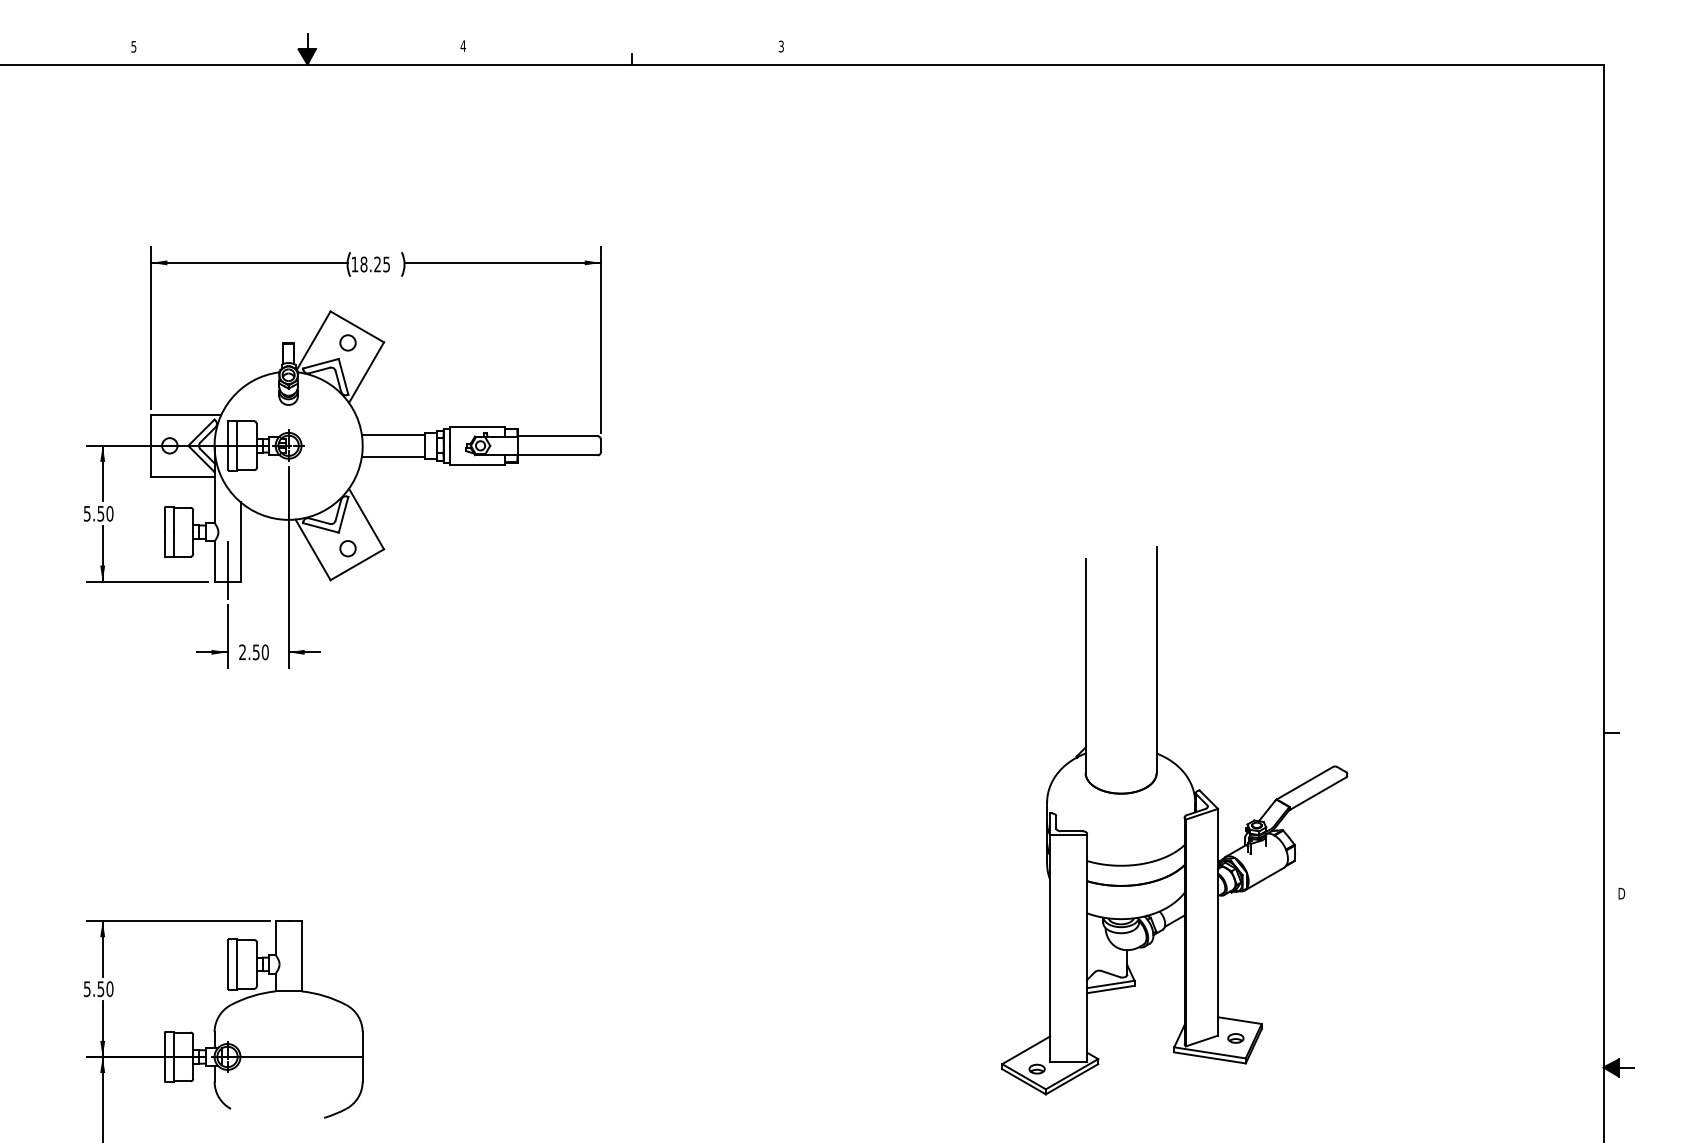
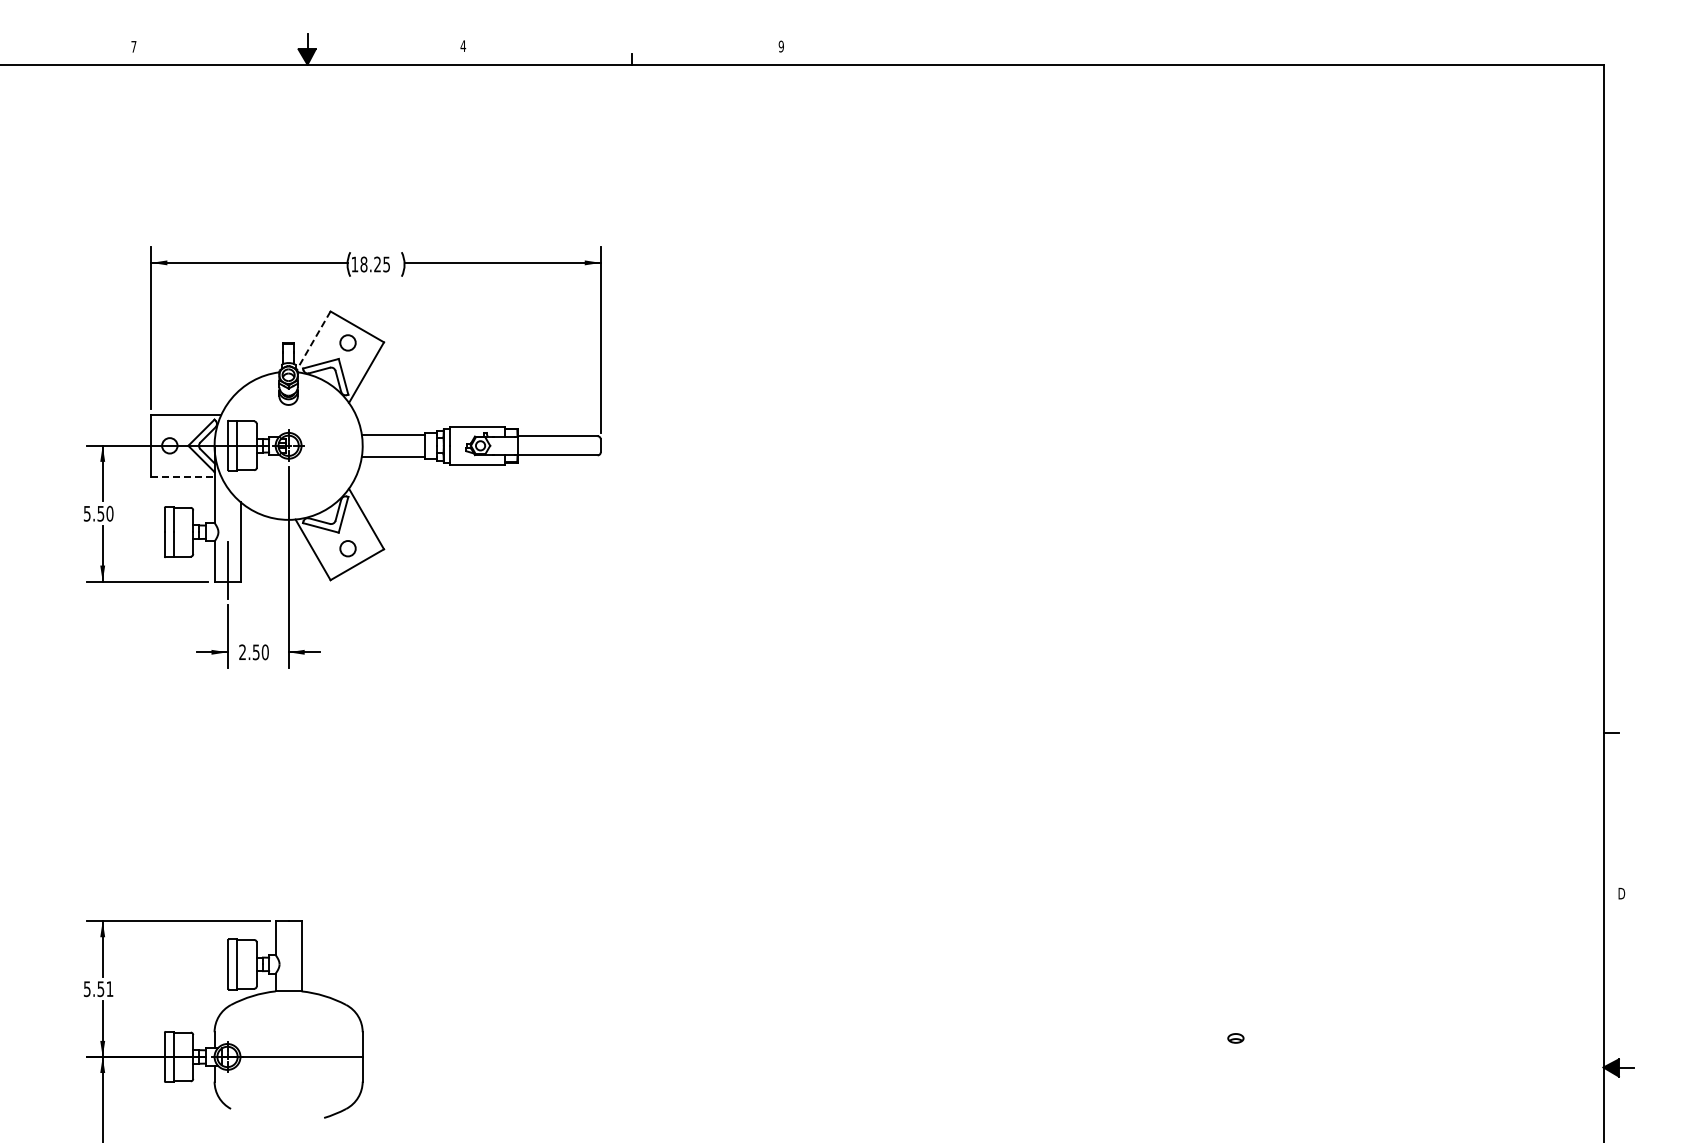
text at (133, 46): 5 -> 7
text at (780, 46): 3 -> 9
line at (313, 340): solid -> dashed
line at (182, 476): solid -> dashed
part at (1174, 820): present -> none
text at (109, 988): 5.50 -> 5.51
